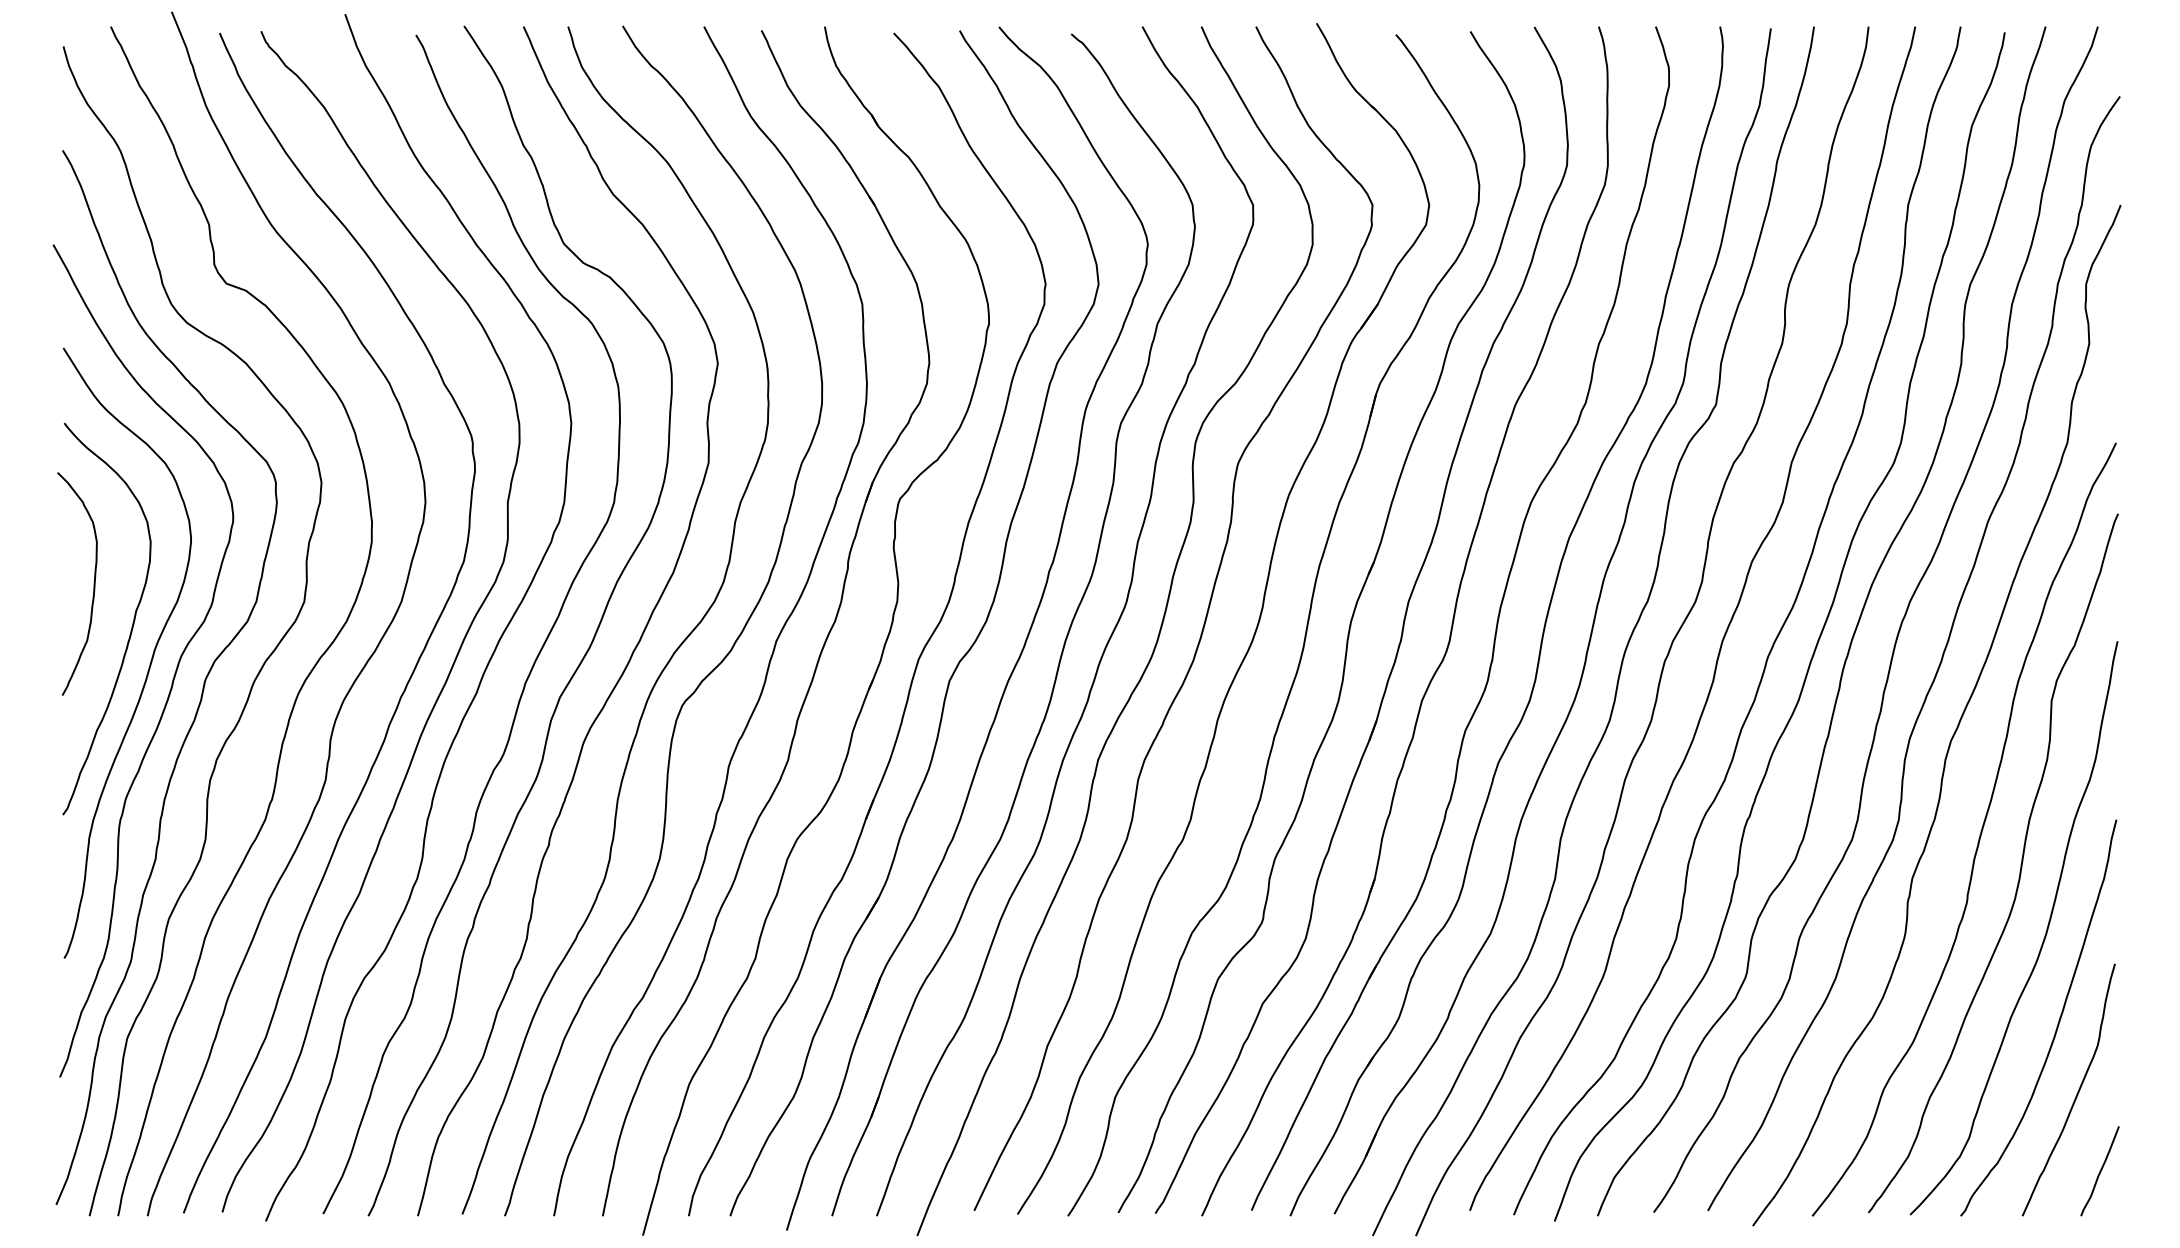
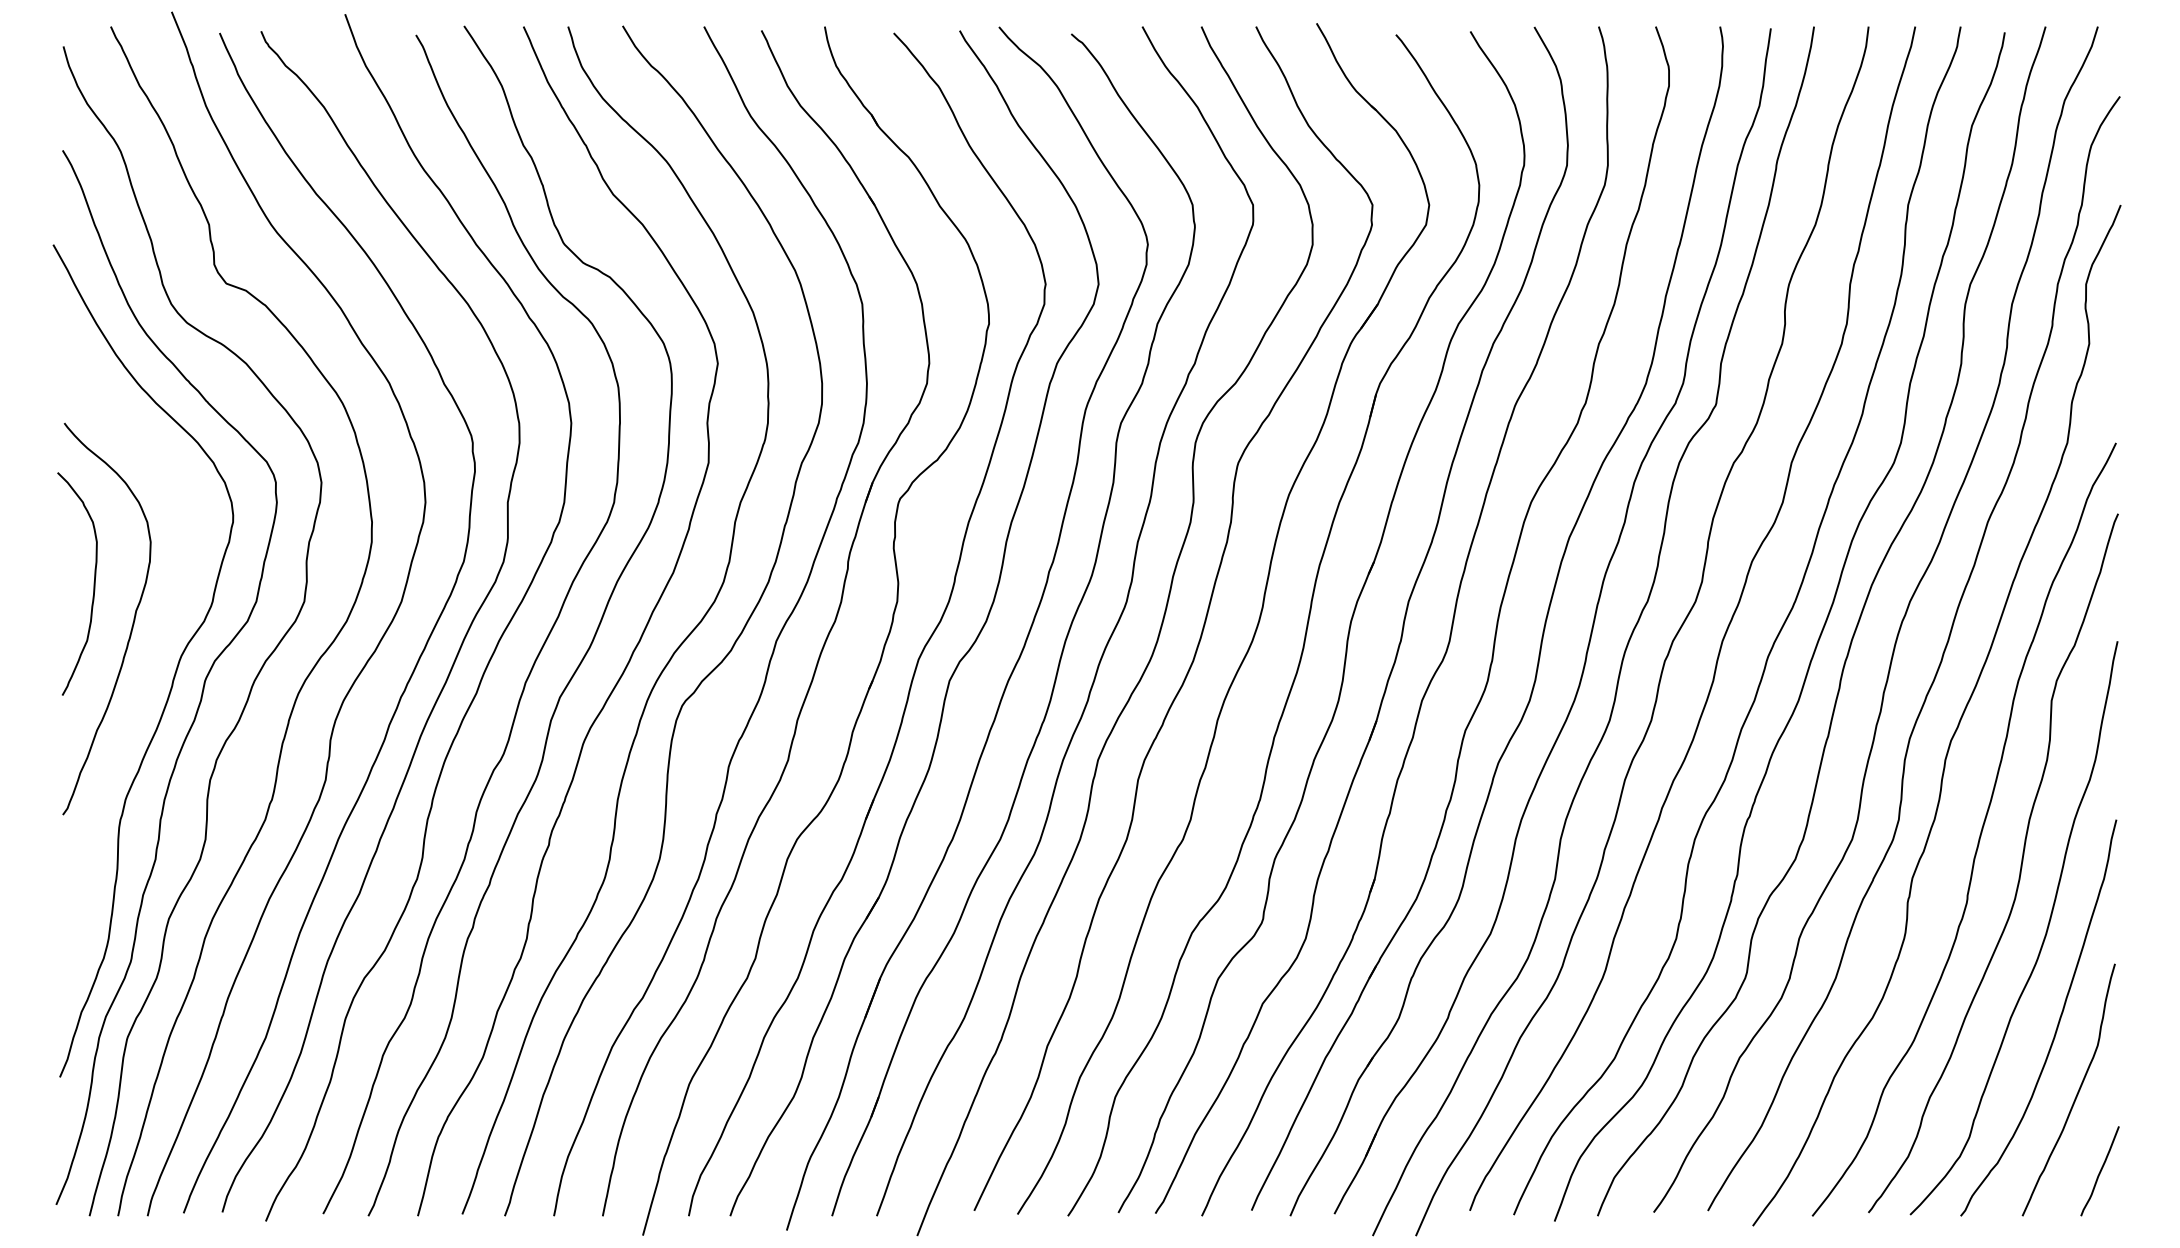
curve at (150, 660): present -> none
